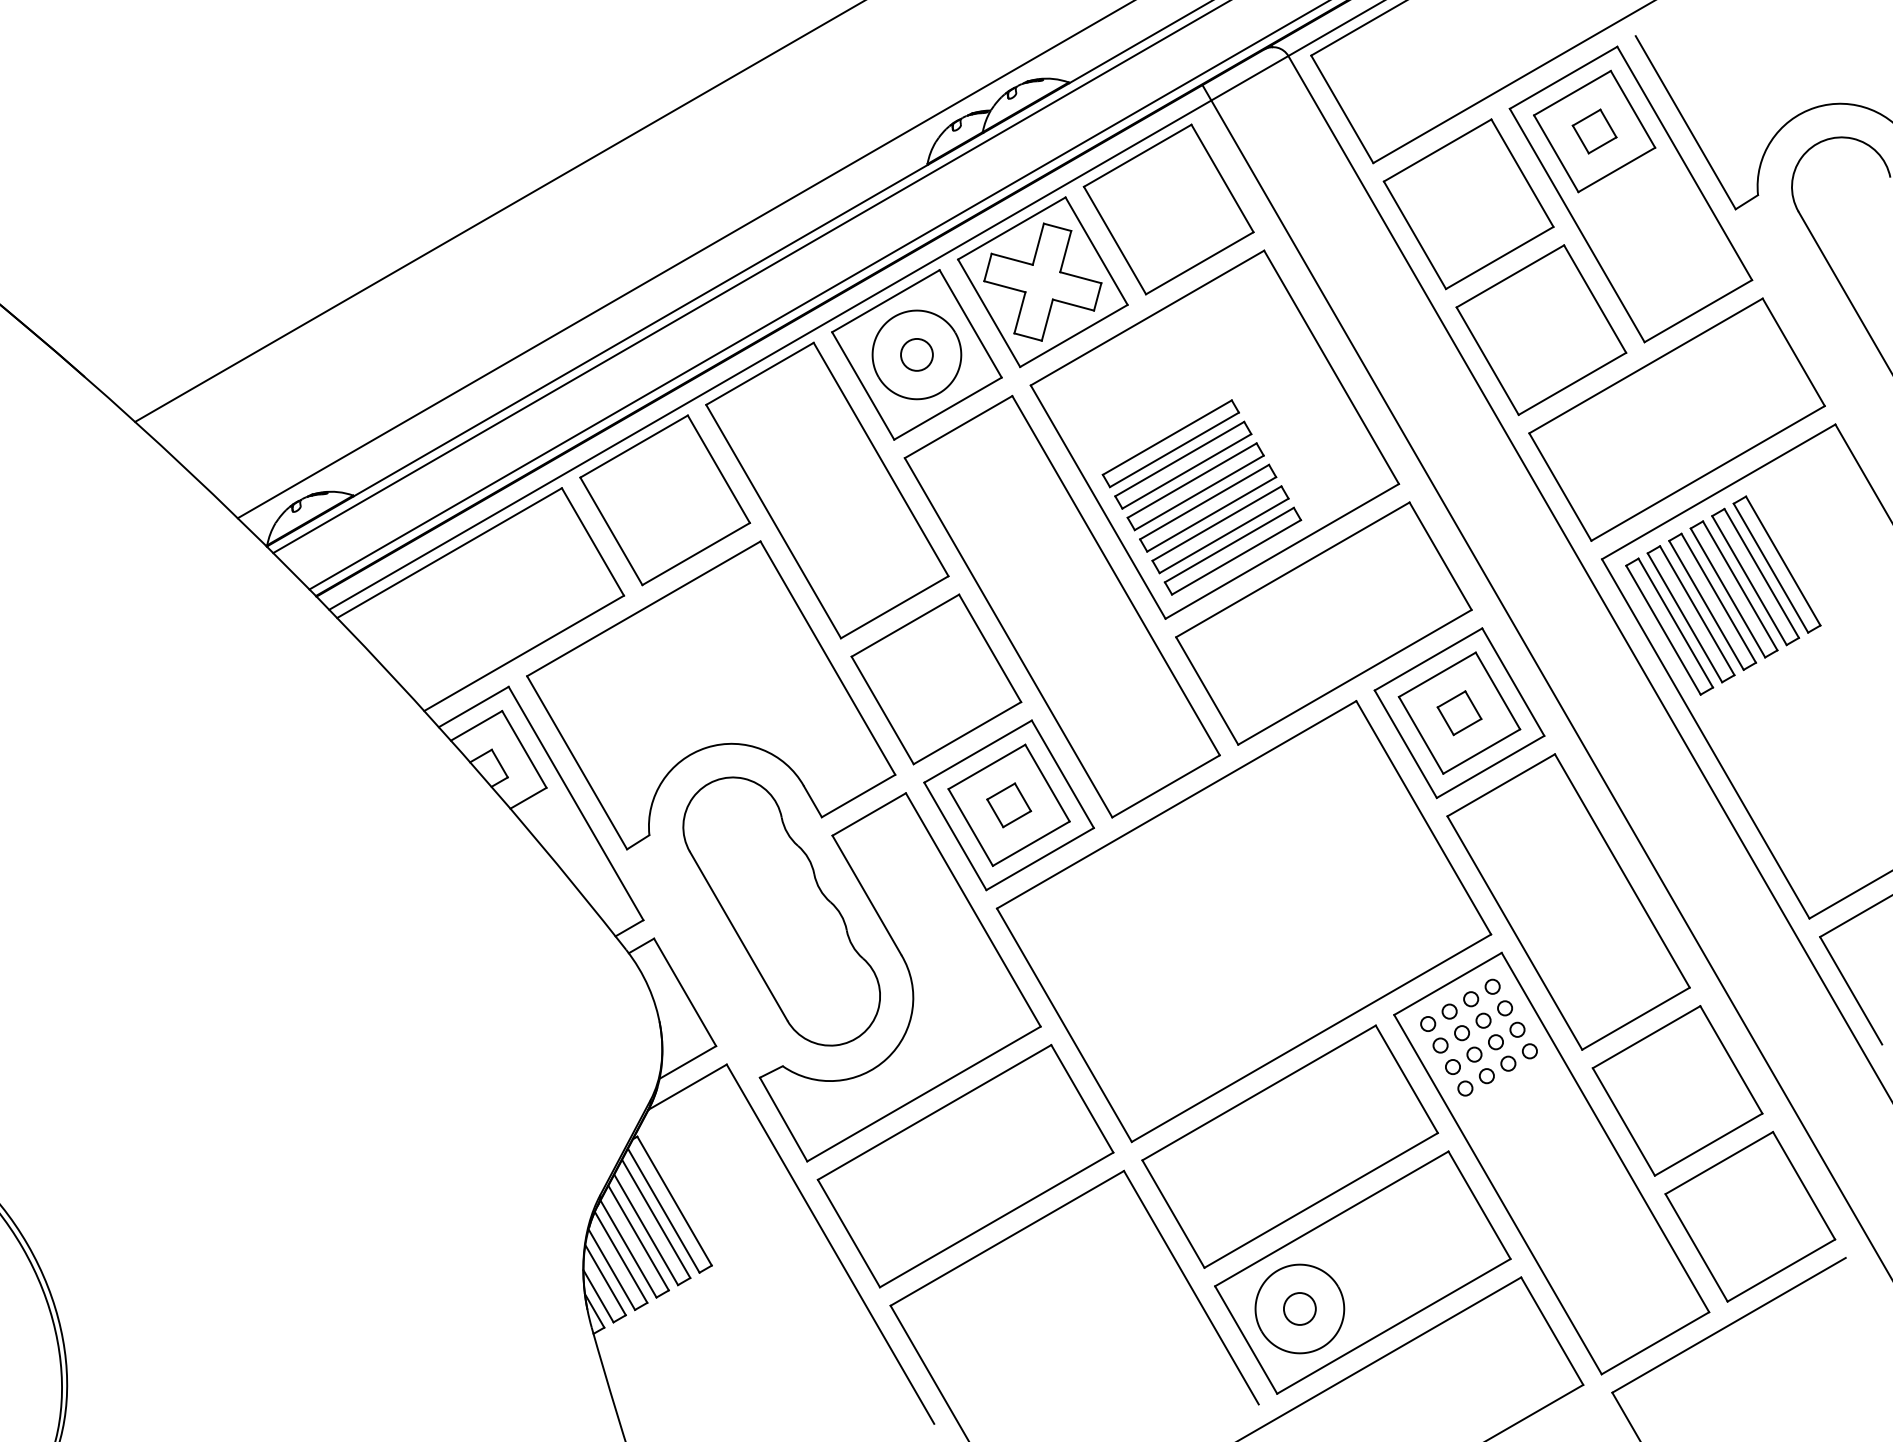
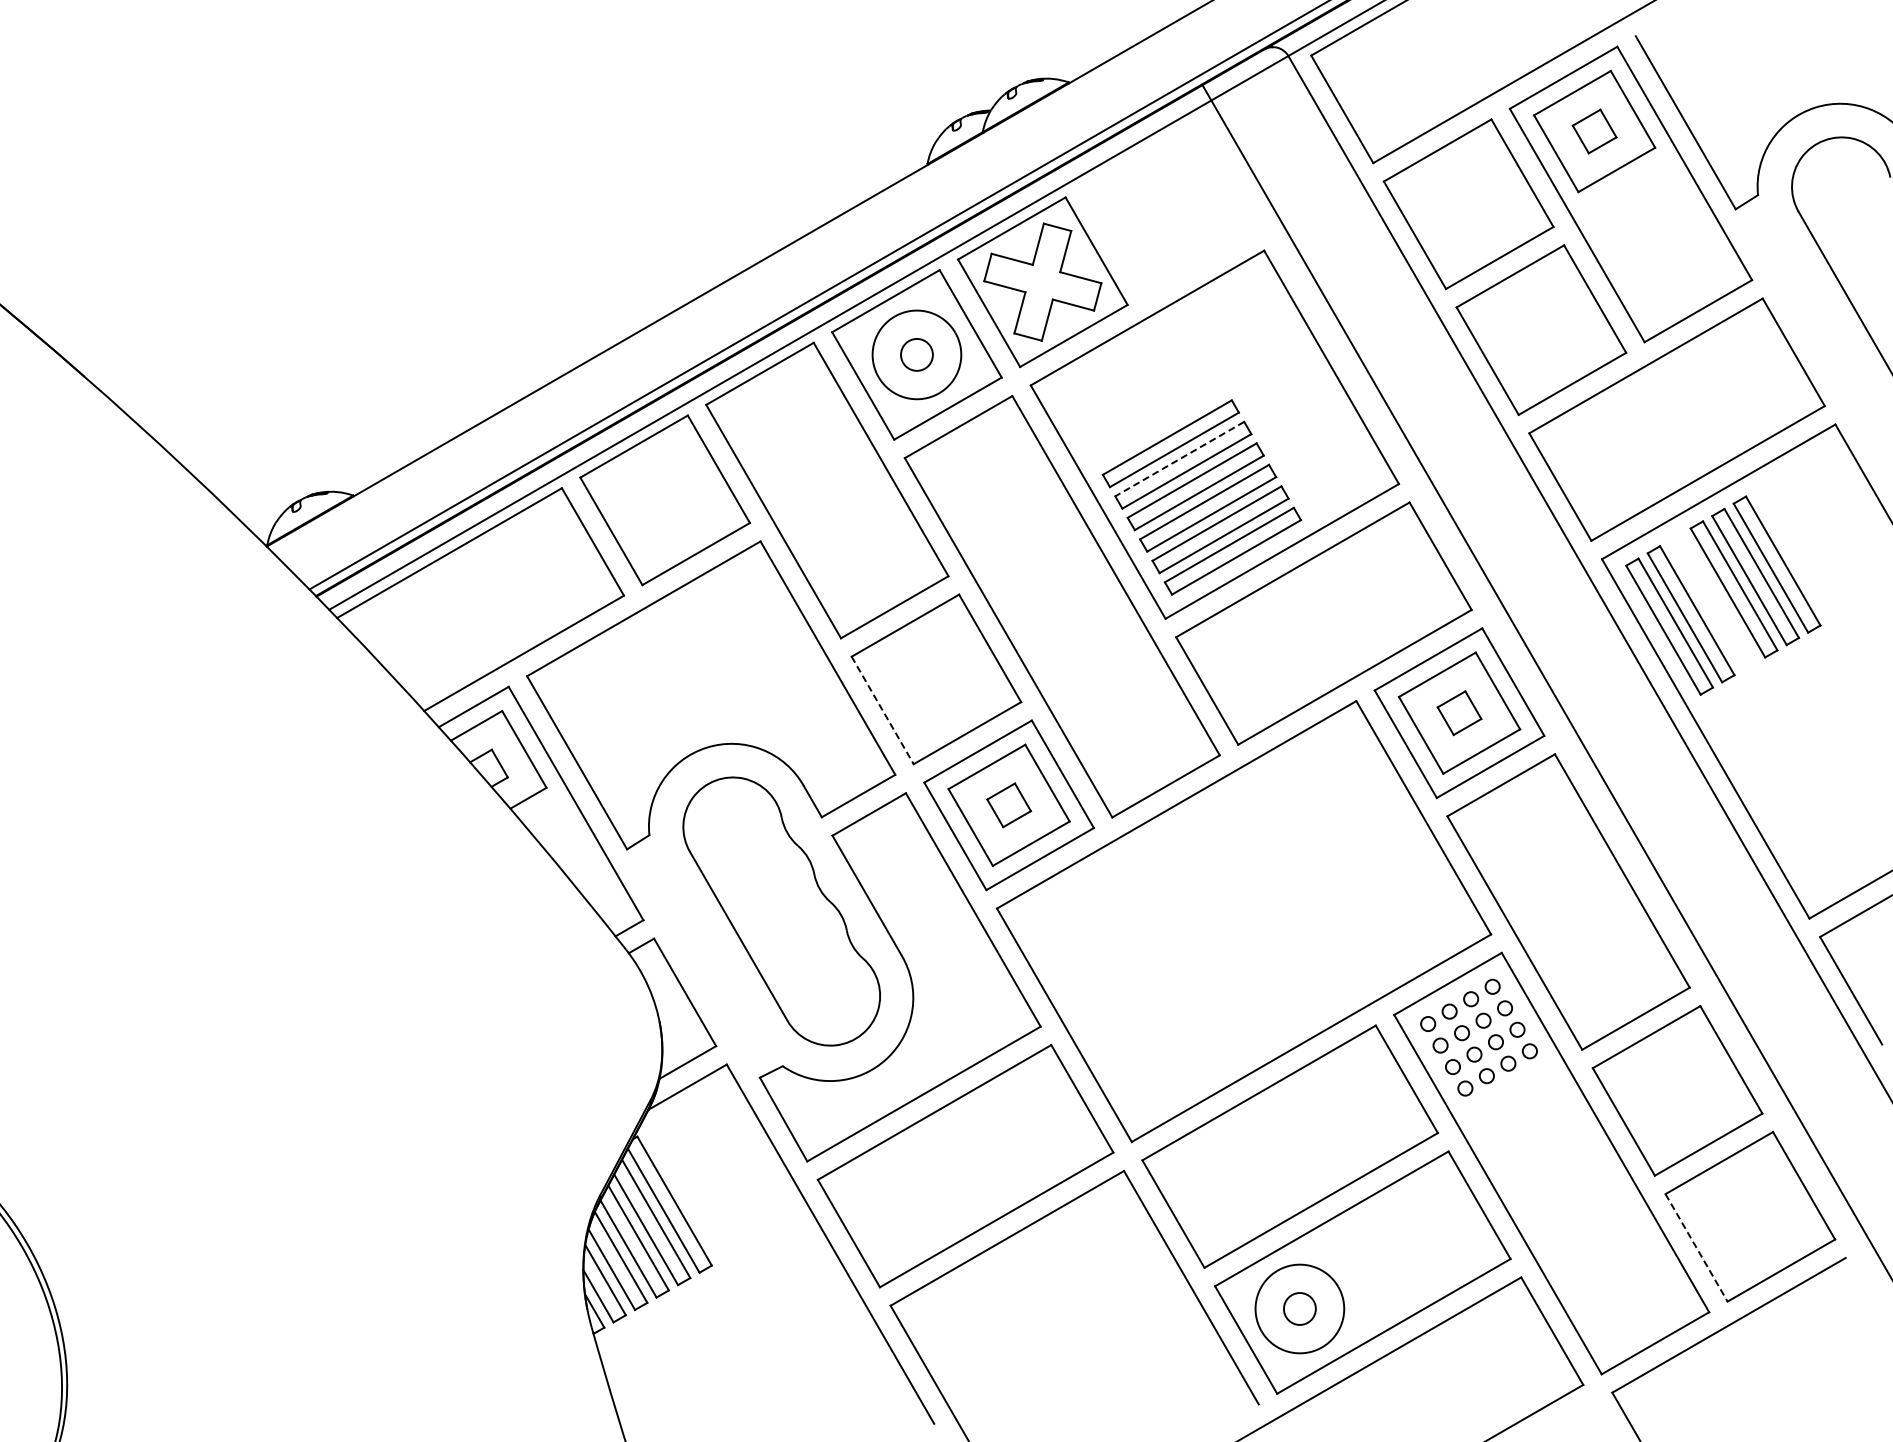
part at (1168, 209): present -> none
line at (498, 211): present -> none
line at (684, 260): present -> none
line at (750, 277): present -> none
line at (1179, 459): solid -> dashed
part at (1712, 601): present -> none
line at (882, 710): solid -> dashed
line at (1696, 1248): solid -> dashed
